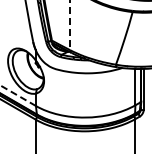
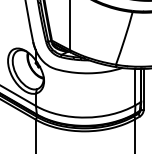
line at (70, 25): dashed -> solid
line at (17, 95): dashed -> solid
